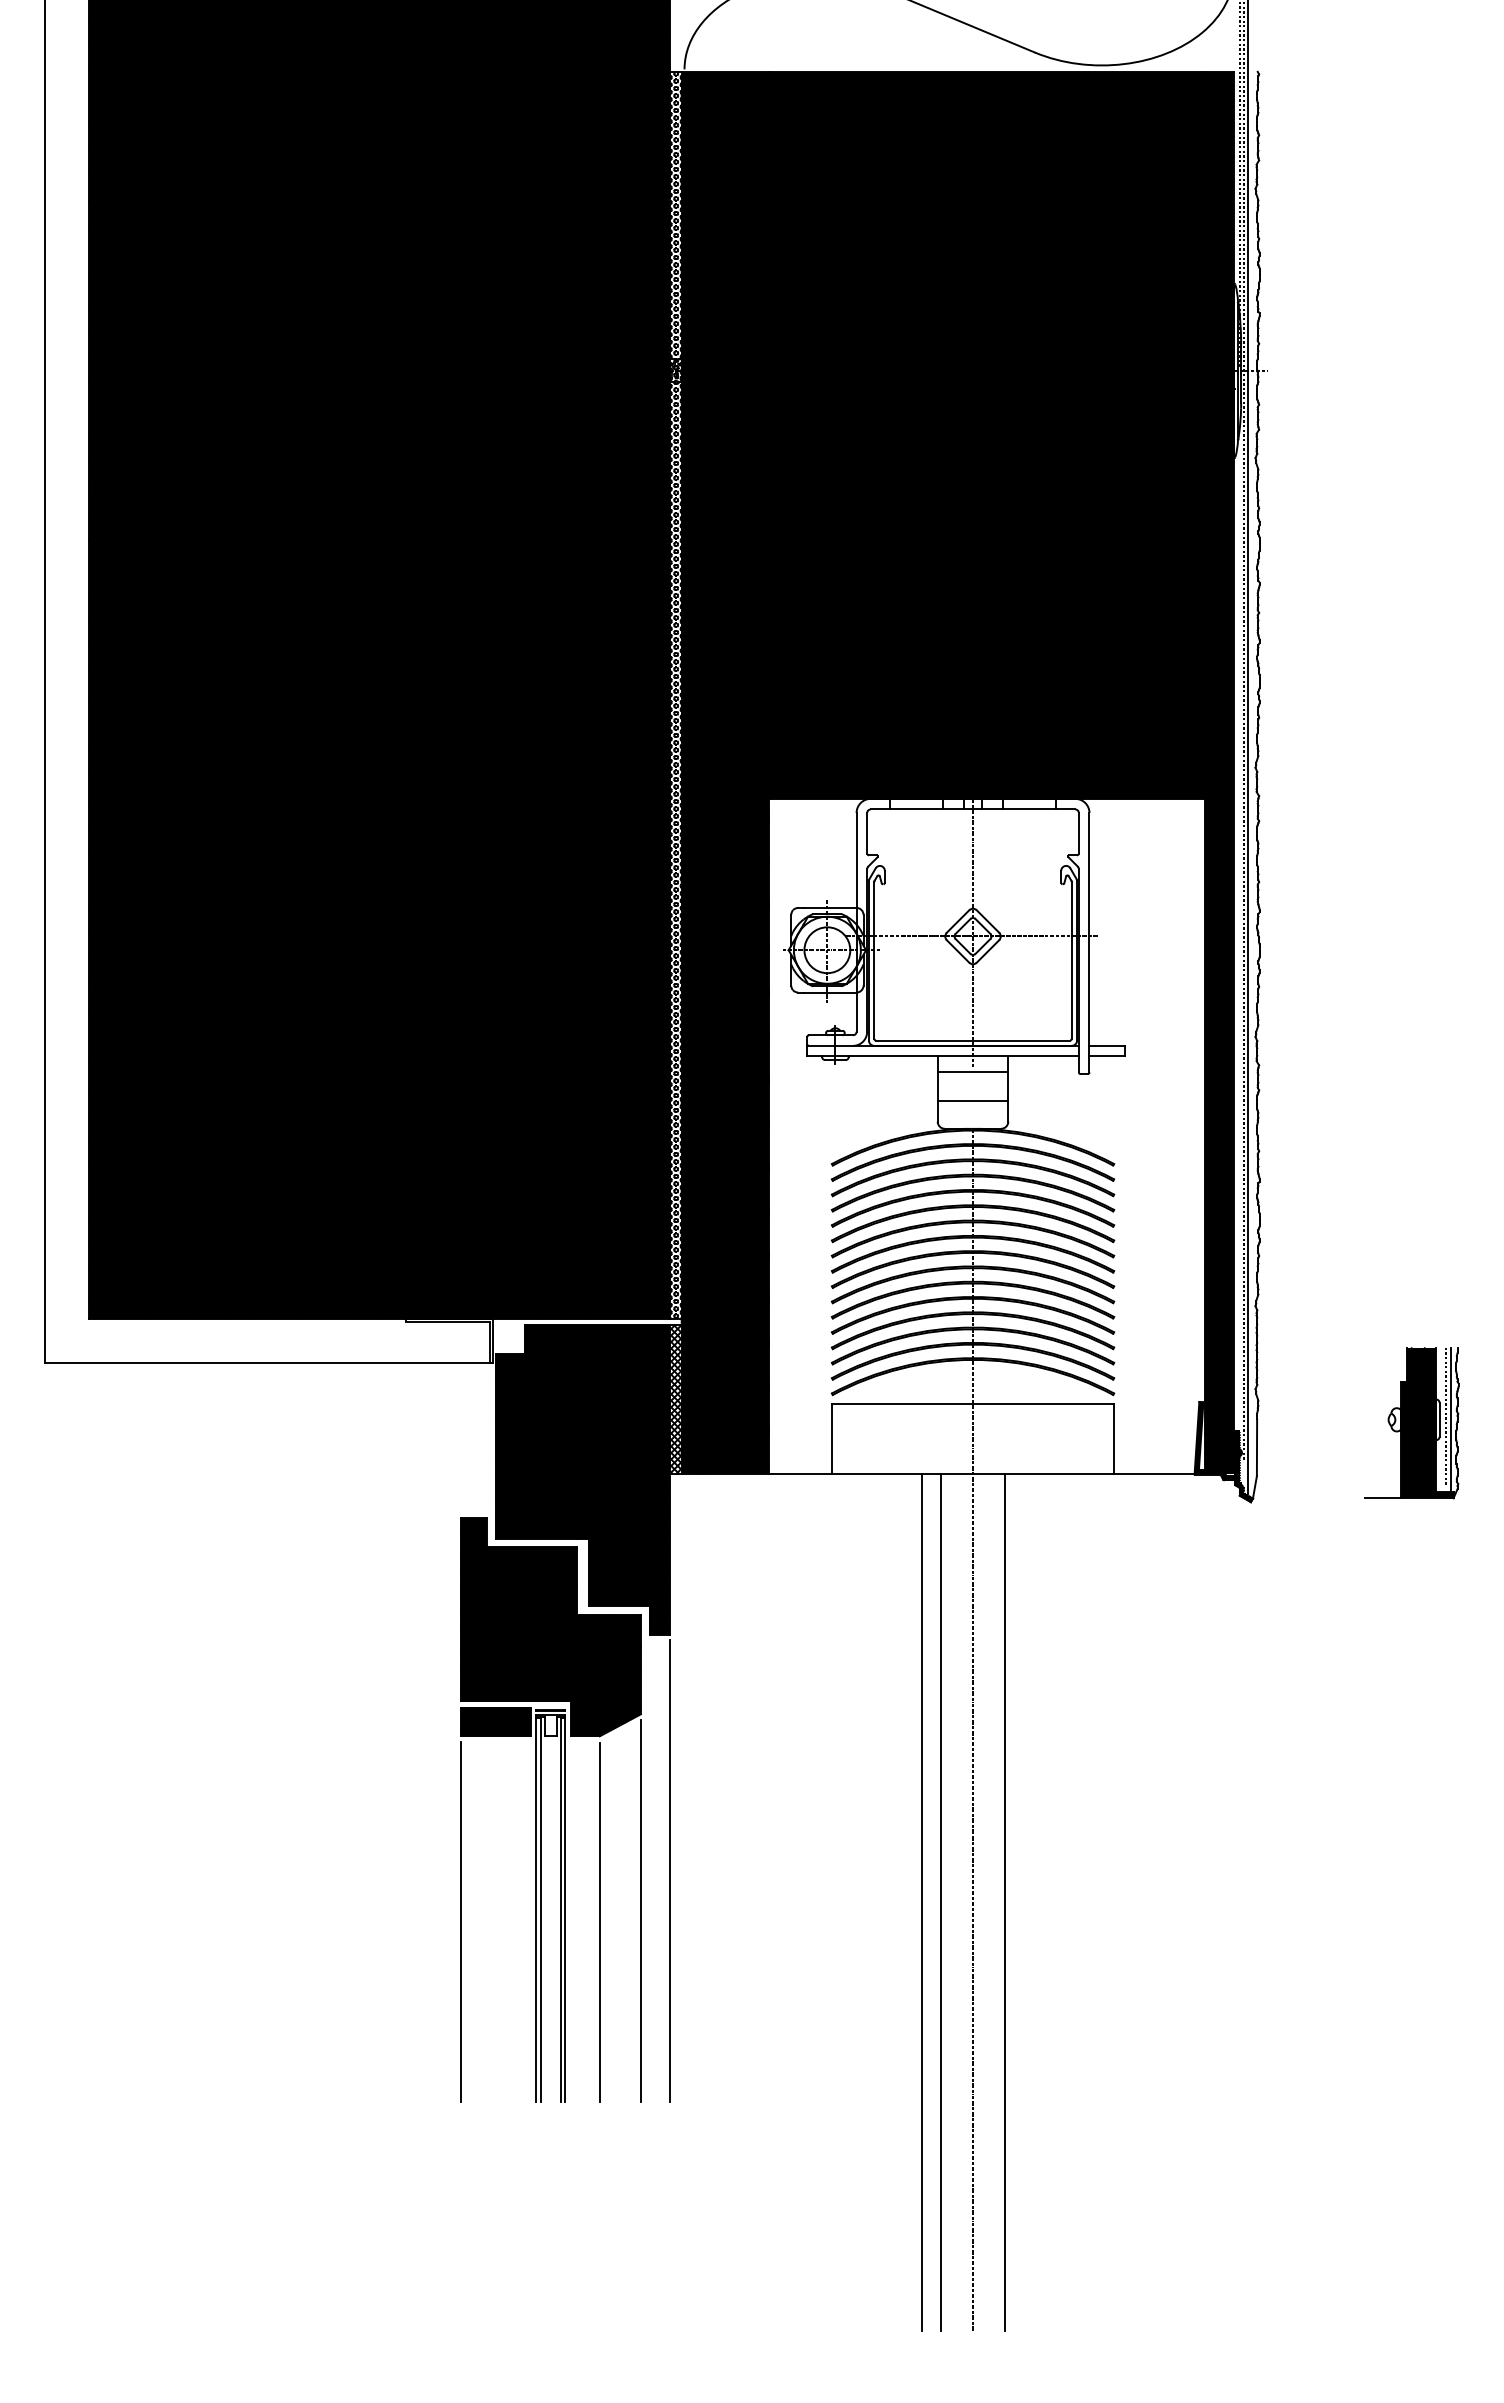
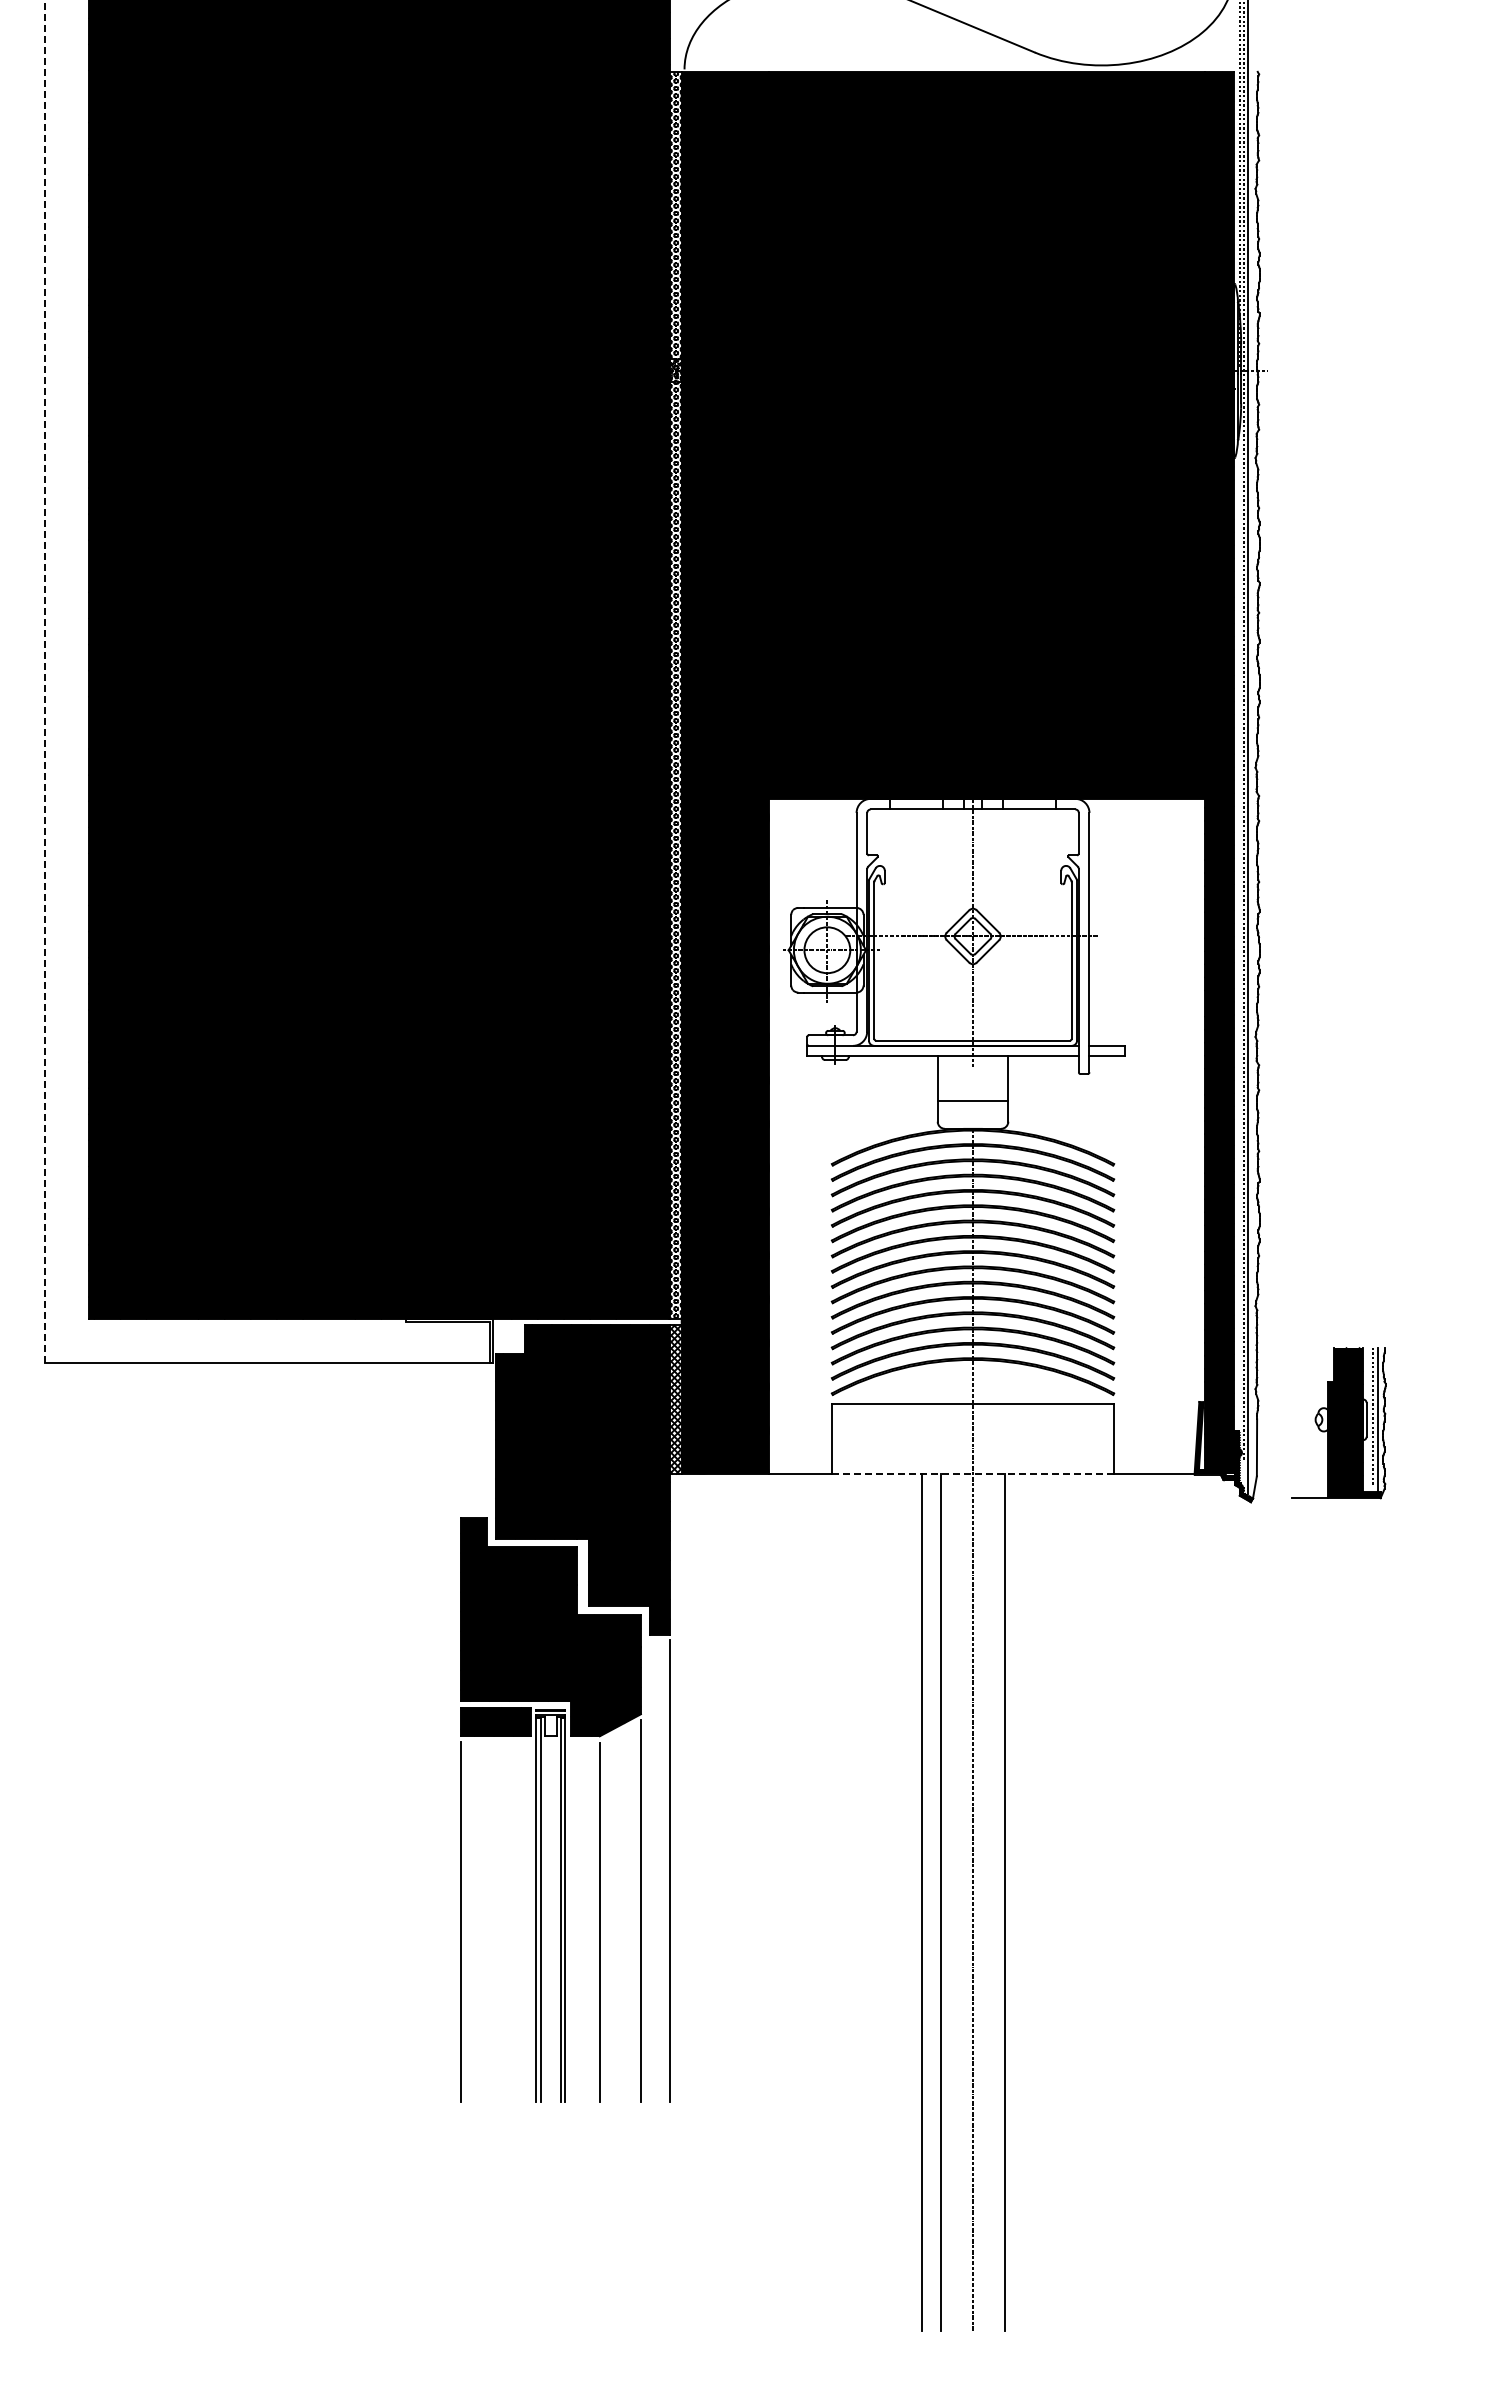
line at (45, 681): solid -> dashed
line at (972, 1072): present -> none
part at (1411, 1423) position: (1411, 1423) -> (1338, 1423)
line at (972, 1474): solid -> dashed
